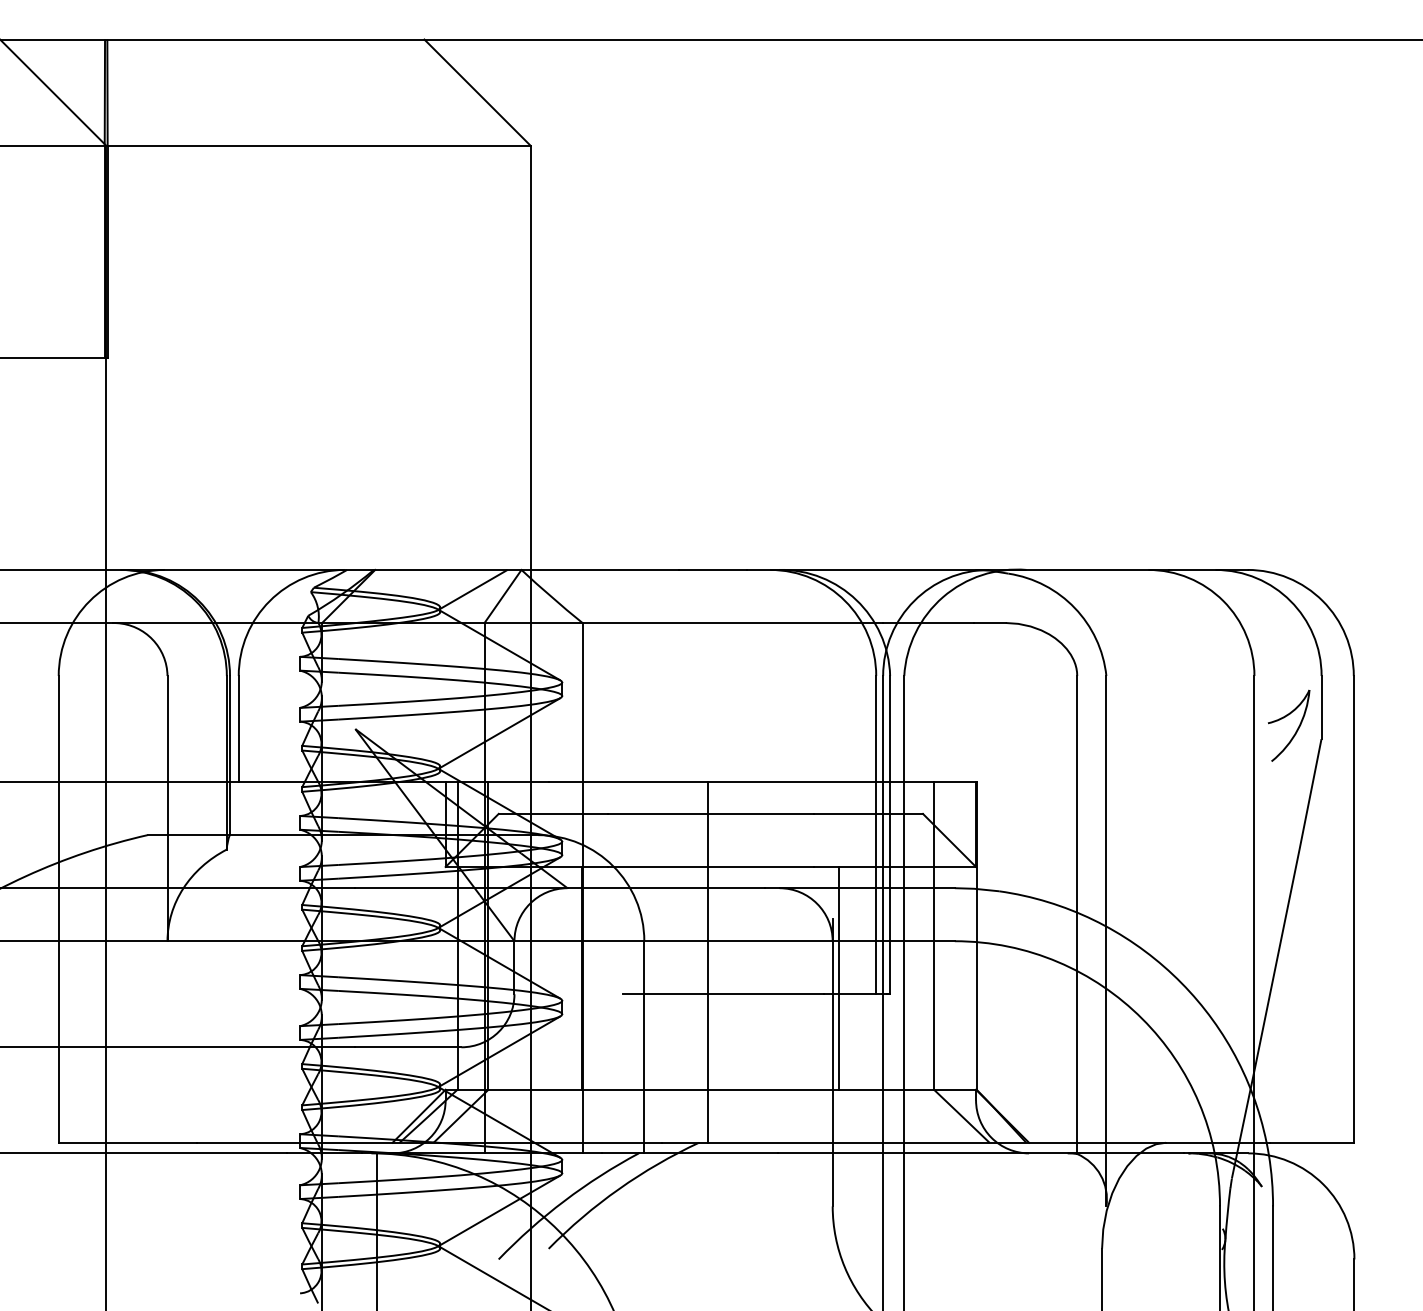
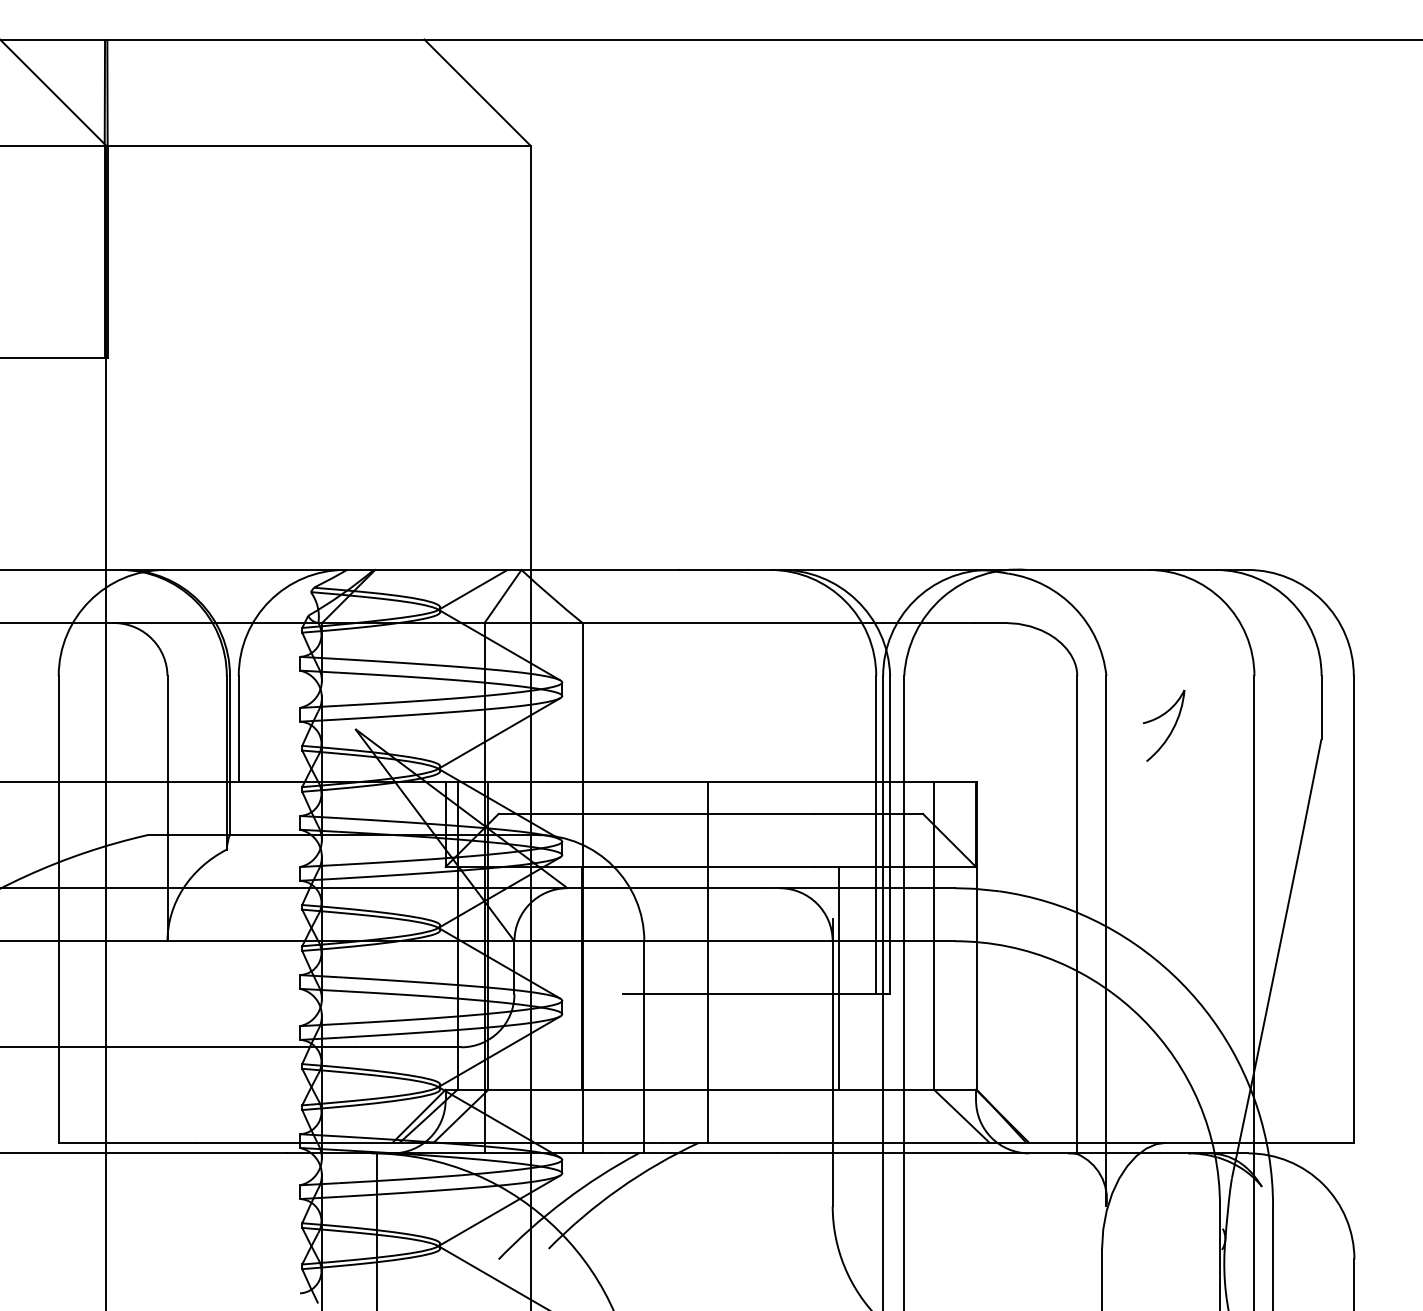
part at (1296, 729) position: (1296, 729) -> (1171, 729)
